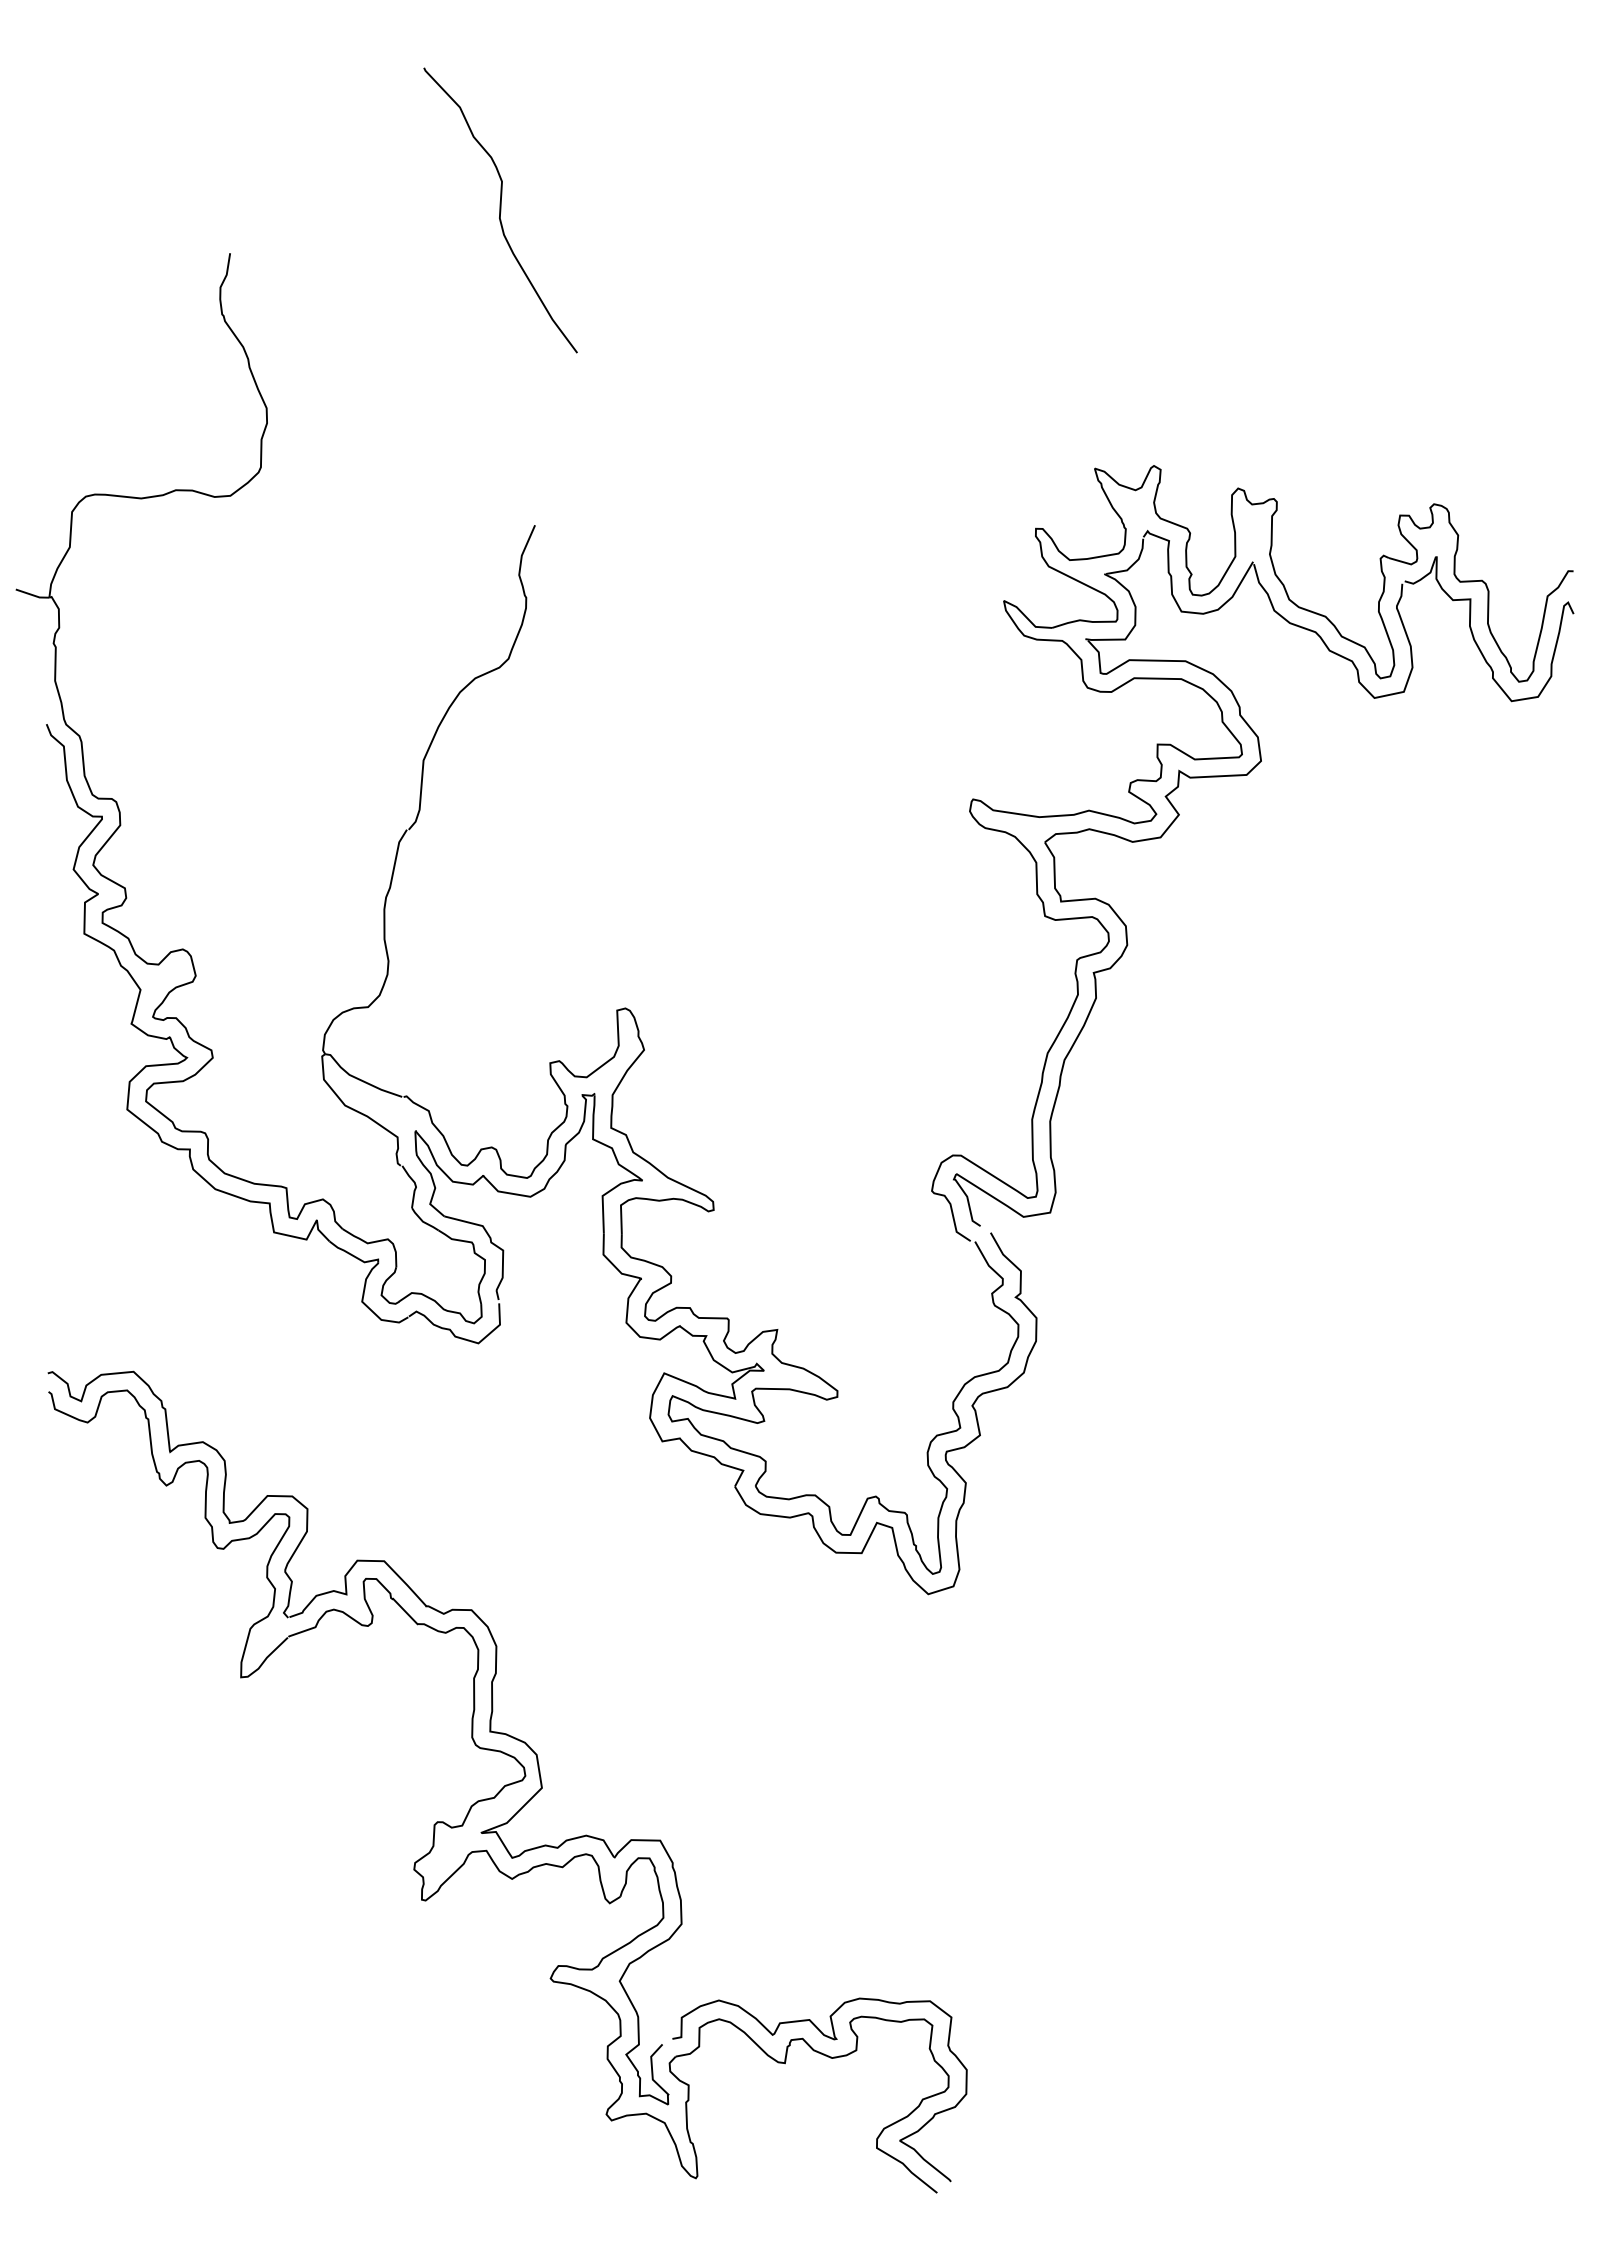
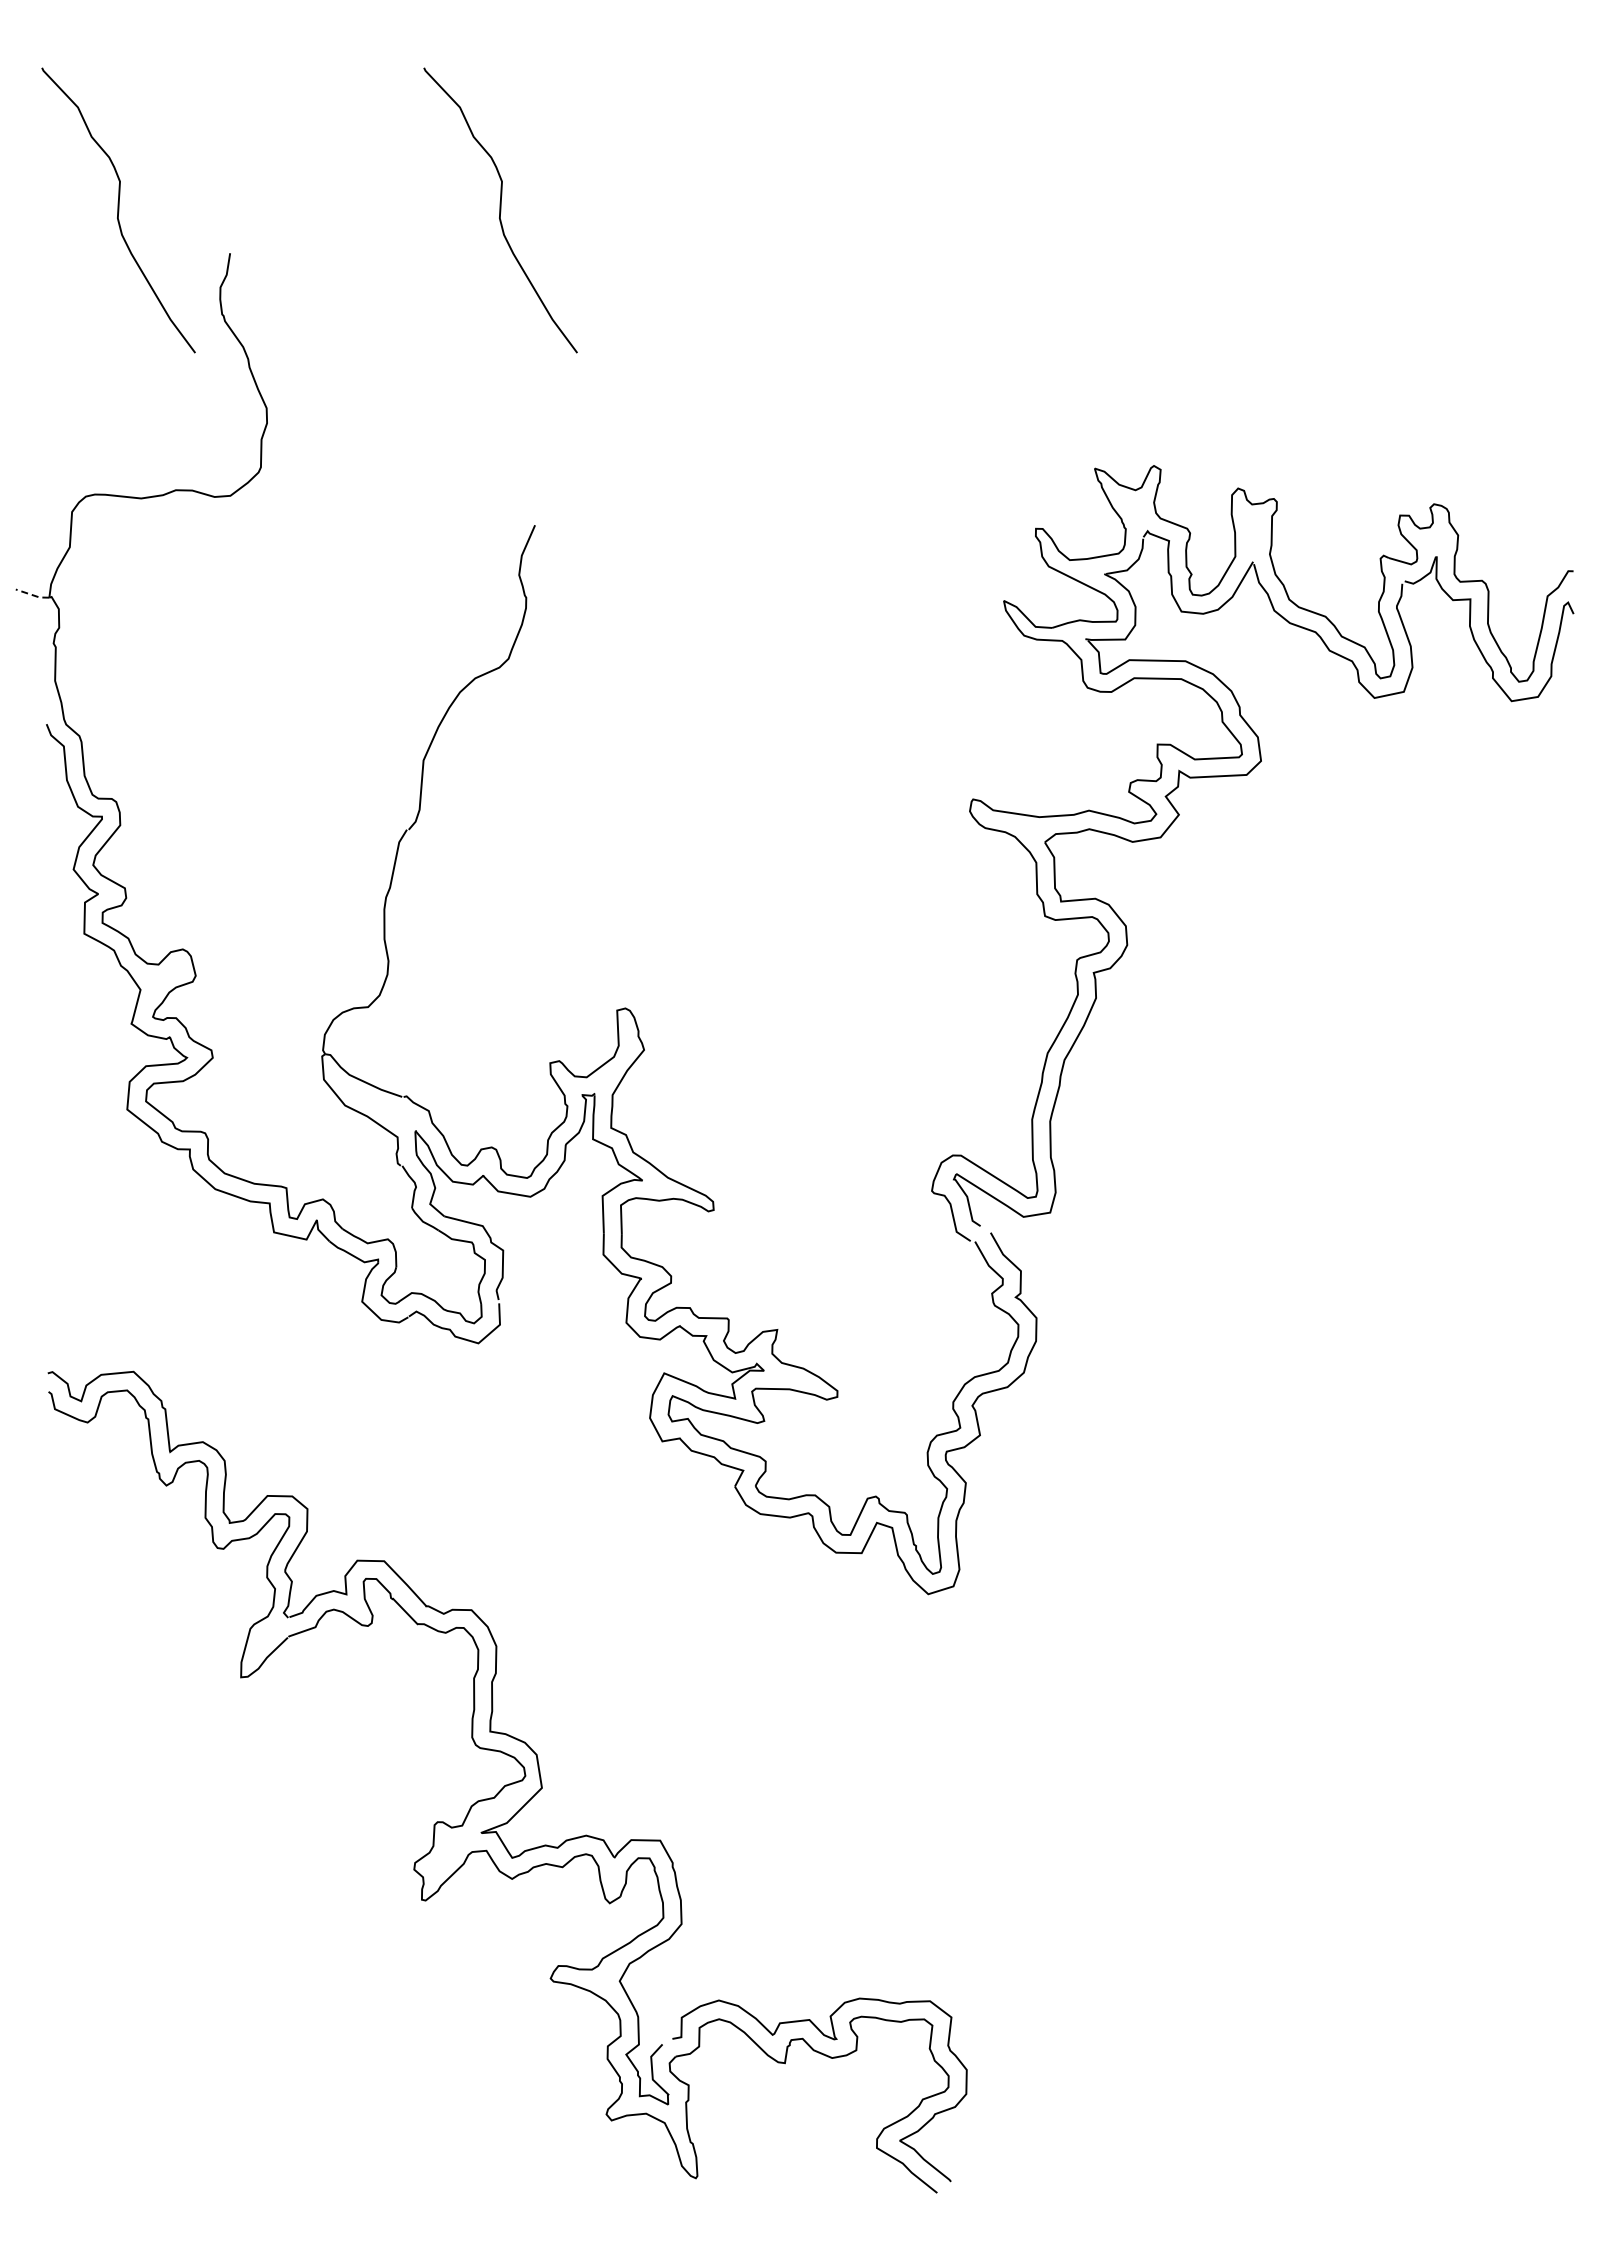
curve at (118, 210): none -> present
line at (32, 595): solid -> dashed
